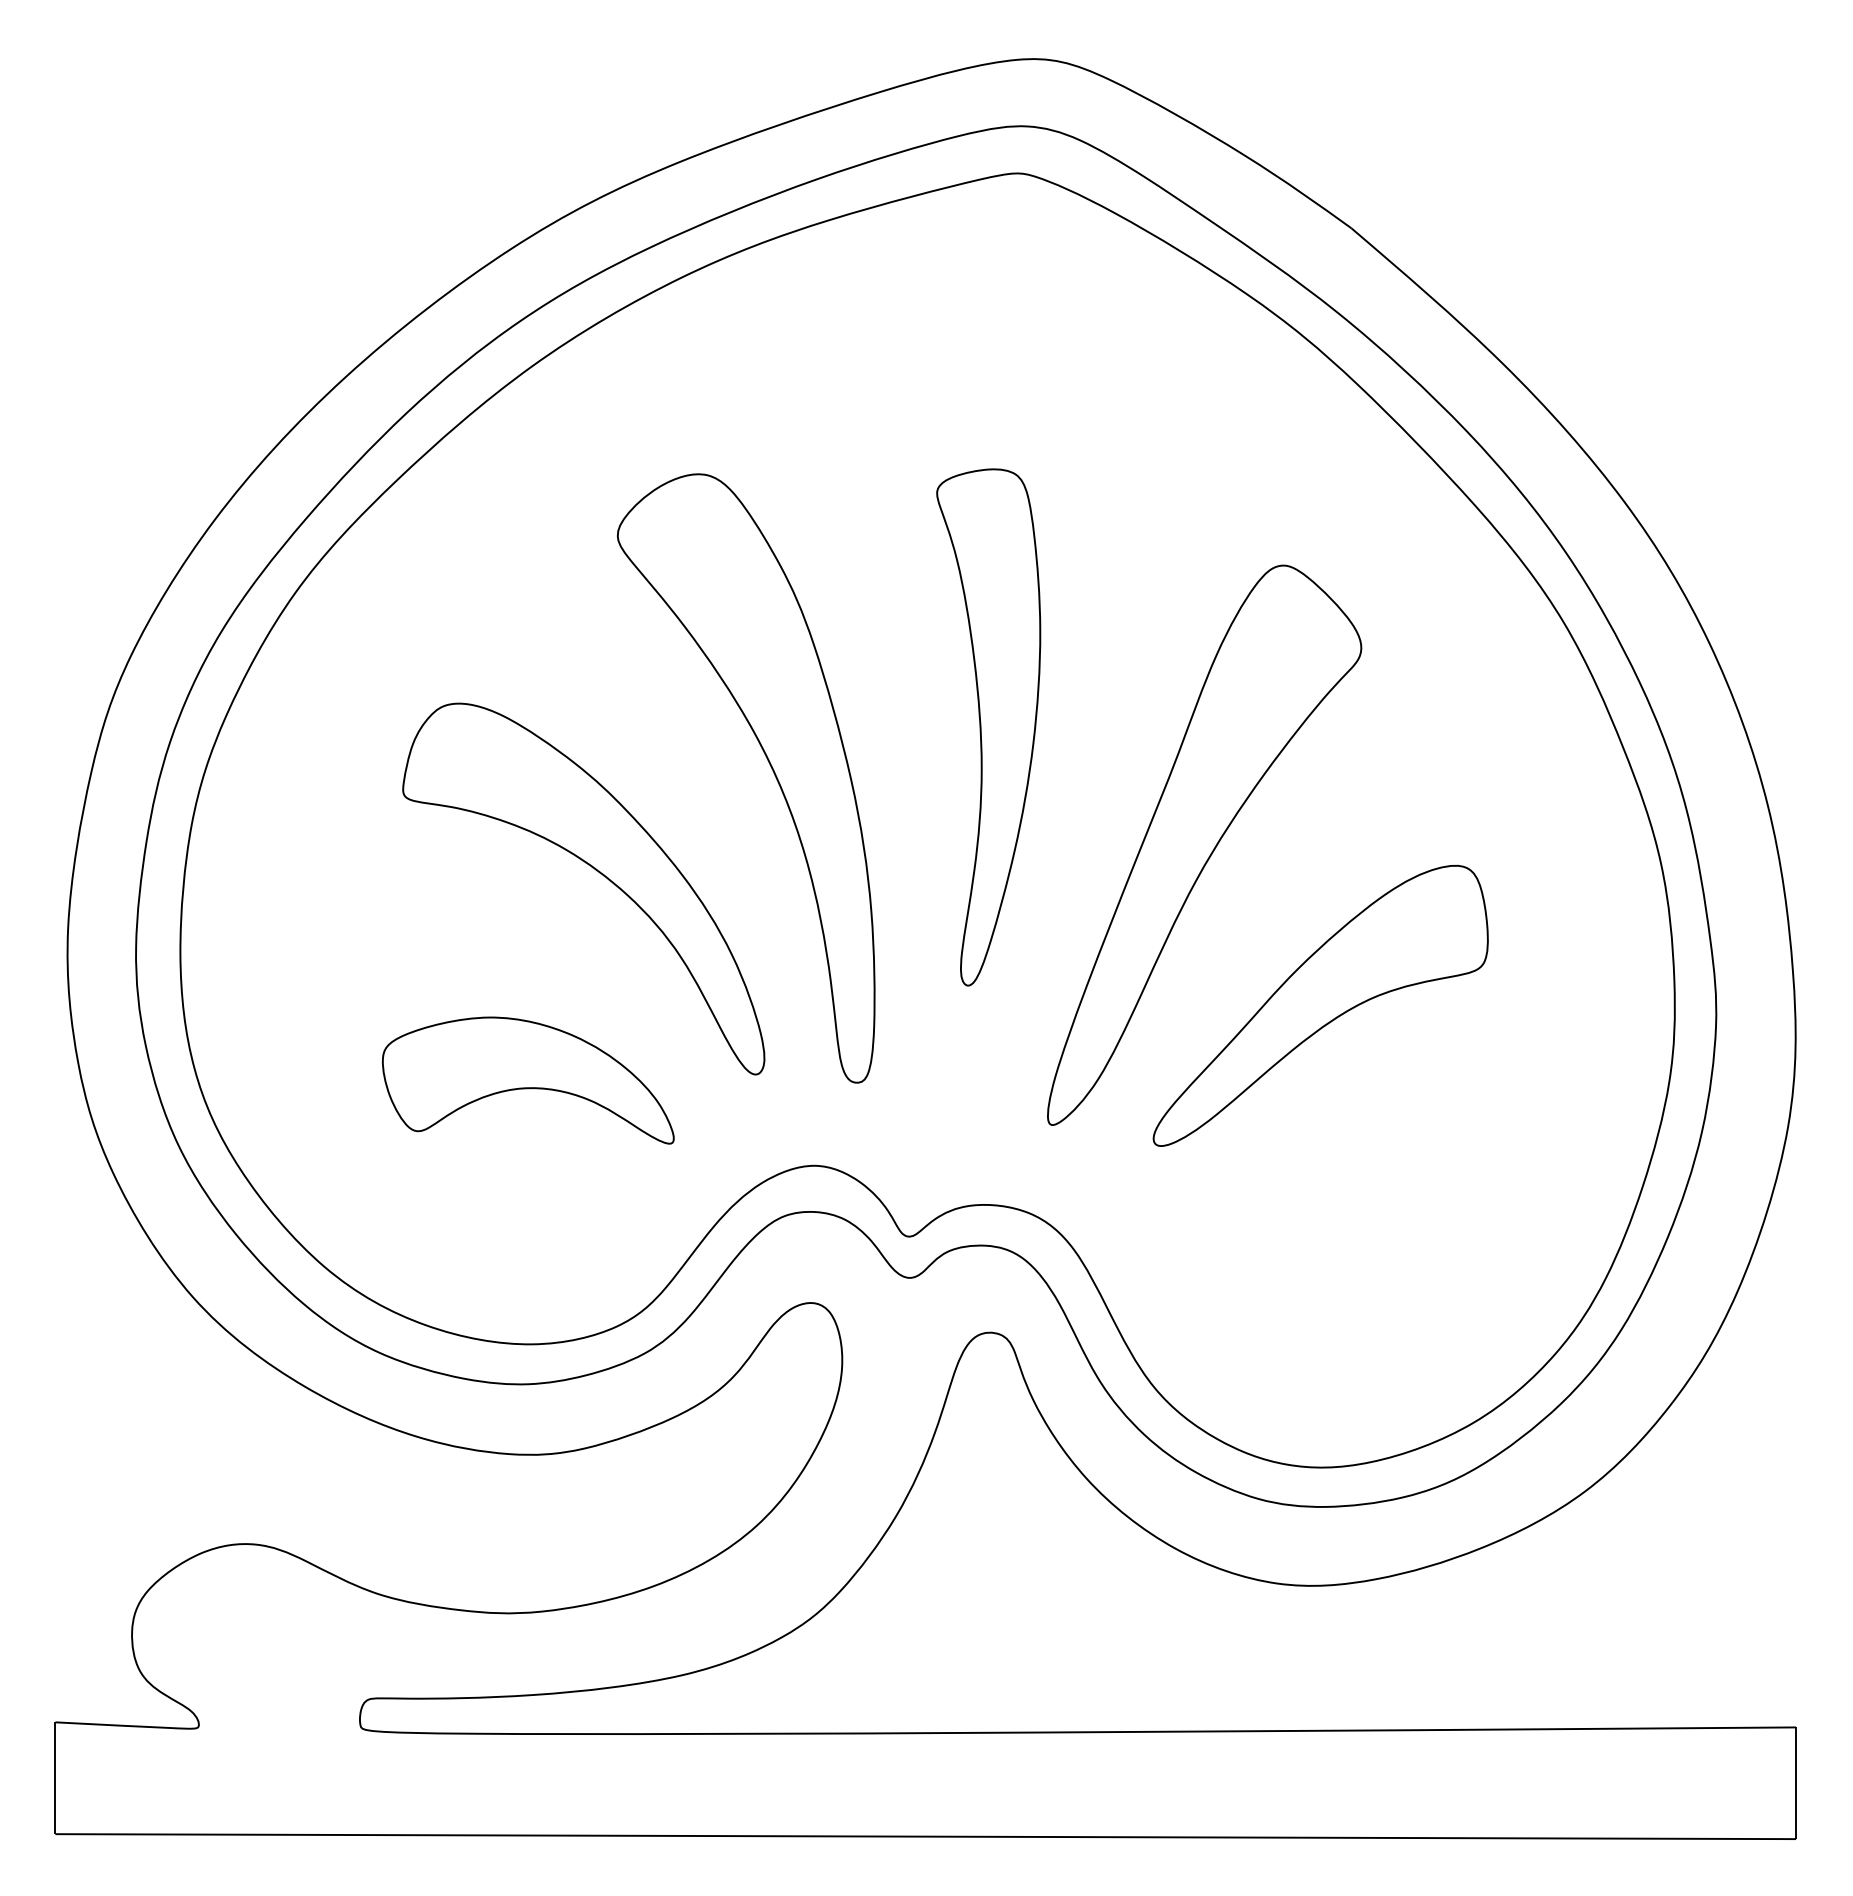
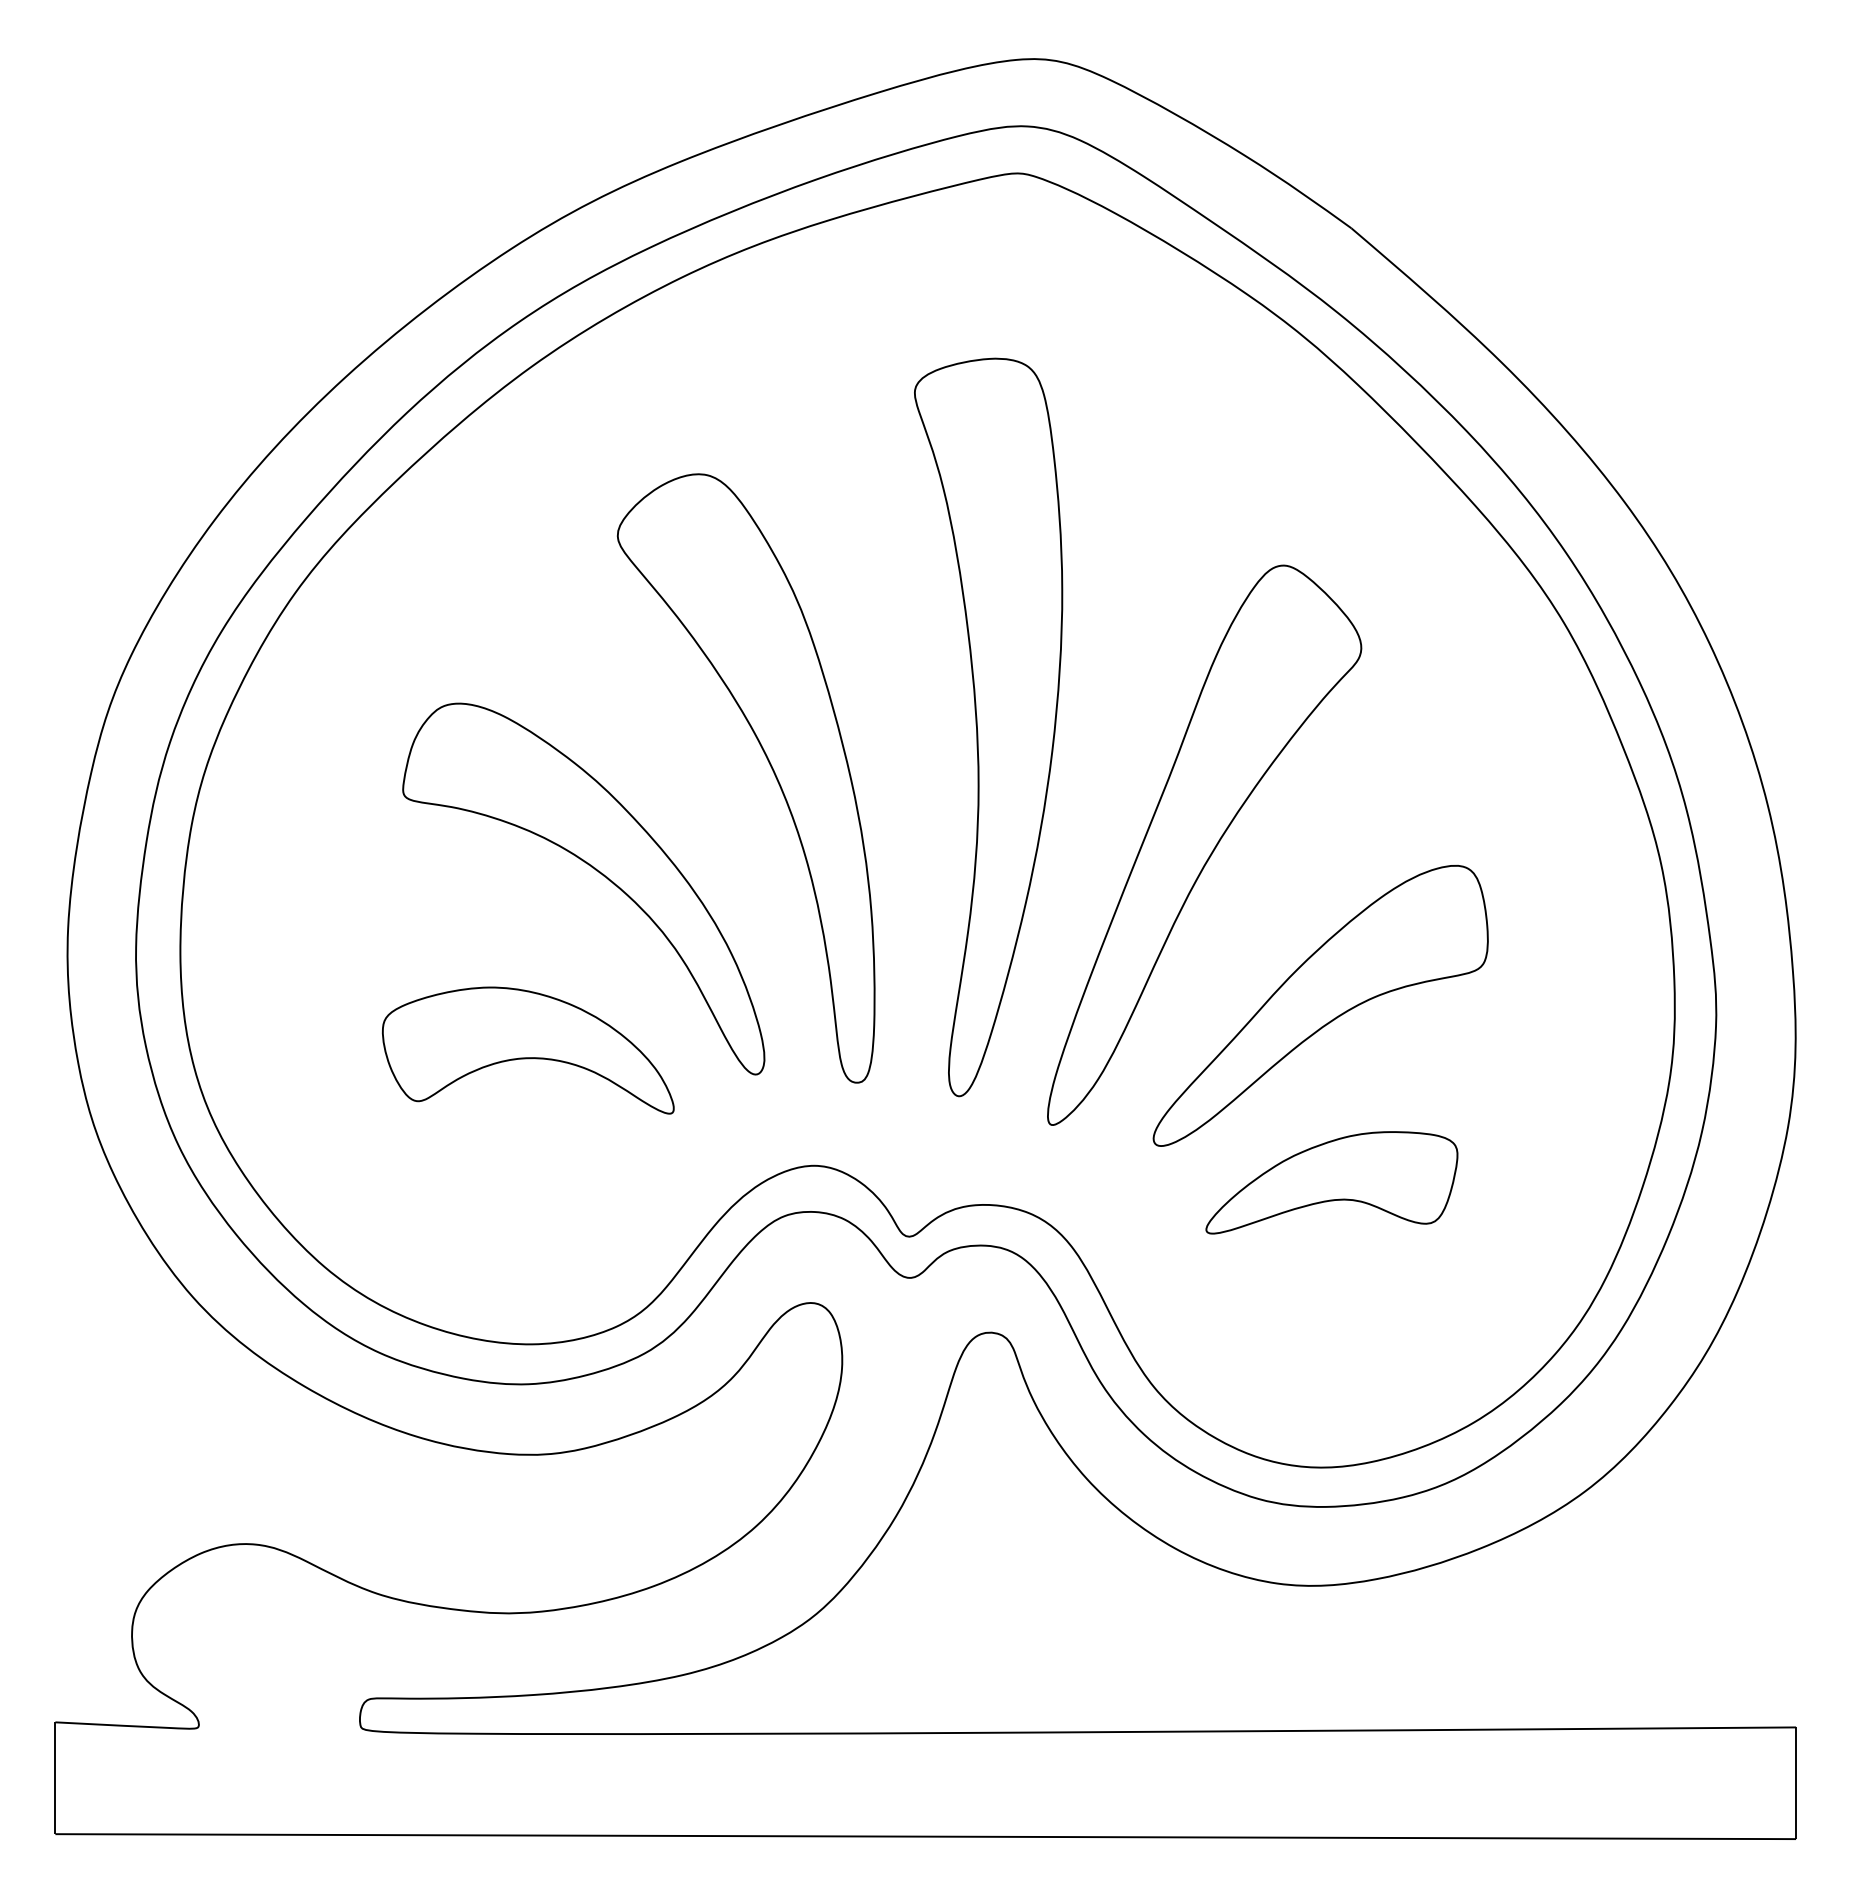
part at (988, 727) size: 106x519 px -> 150x741 px
part at (528, 1080) position: (528, 1080) -> (528, 1050)
part at (1331, 1182): none -> present
